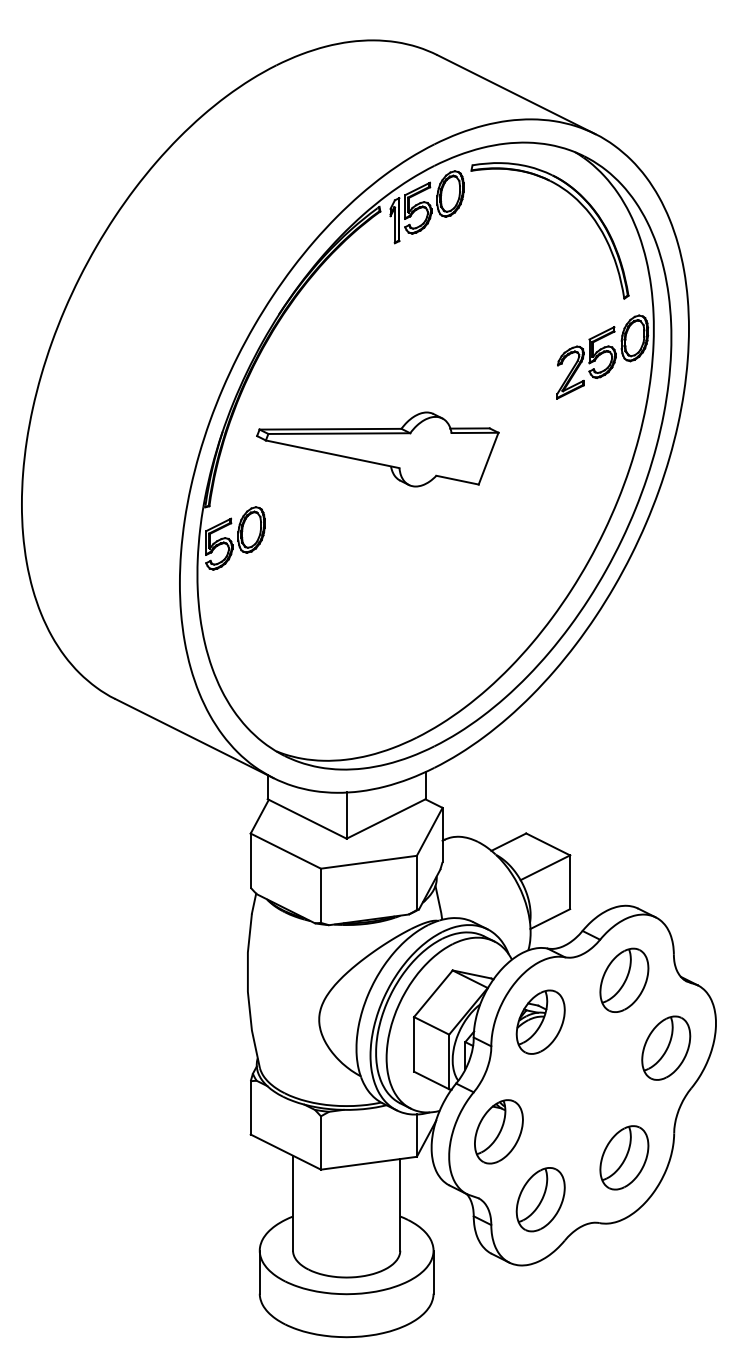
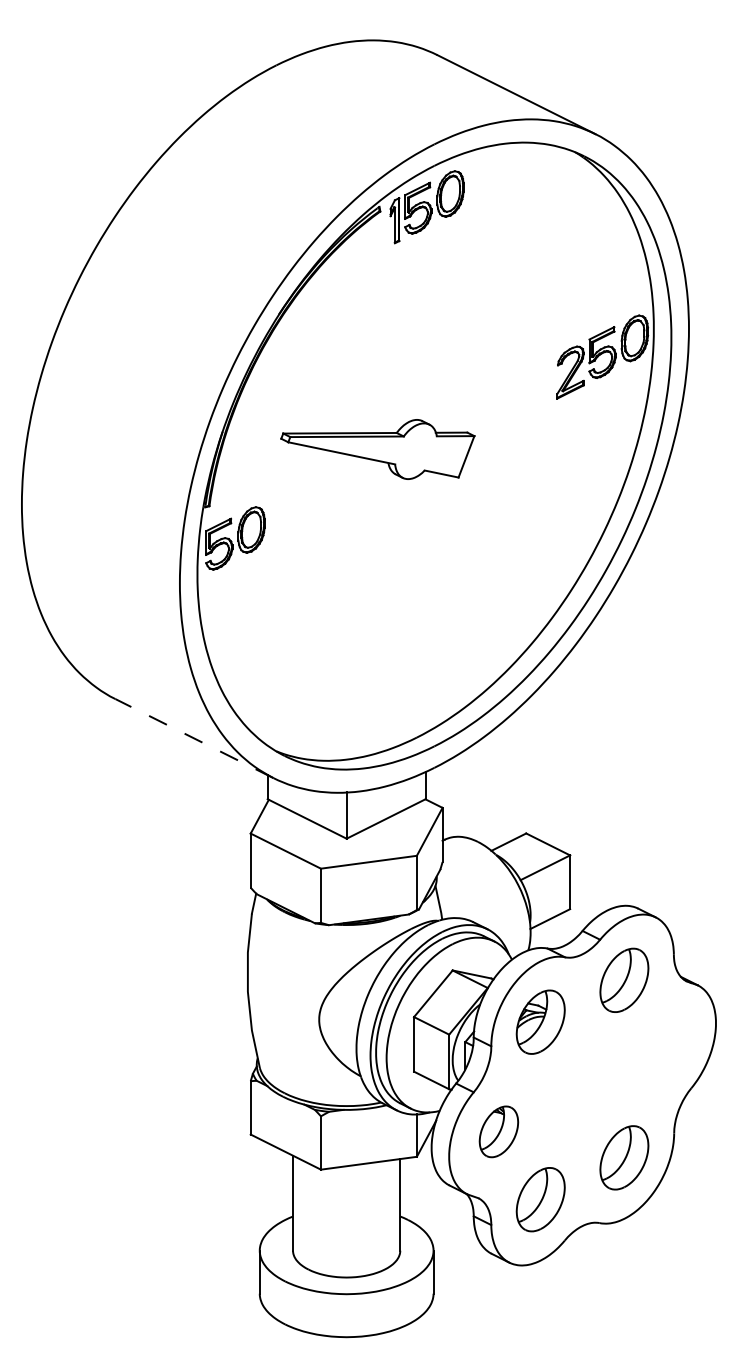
part at (577, 201): present -> none
part at (377, 449) size: 244x77 px -> 196x61 px
line at (194, 738): solid -> dashed
part at (666, 1047): present -> none
part at (498, 1131) size: 50x66 px -> 42x54 px
